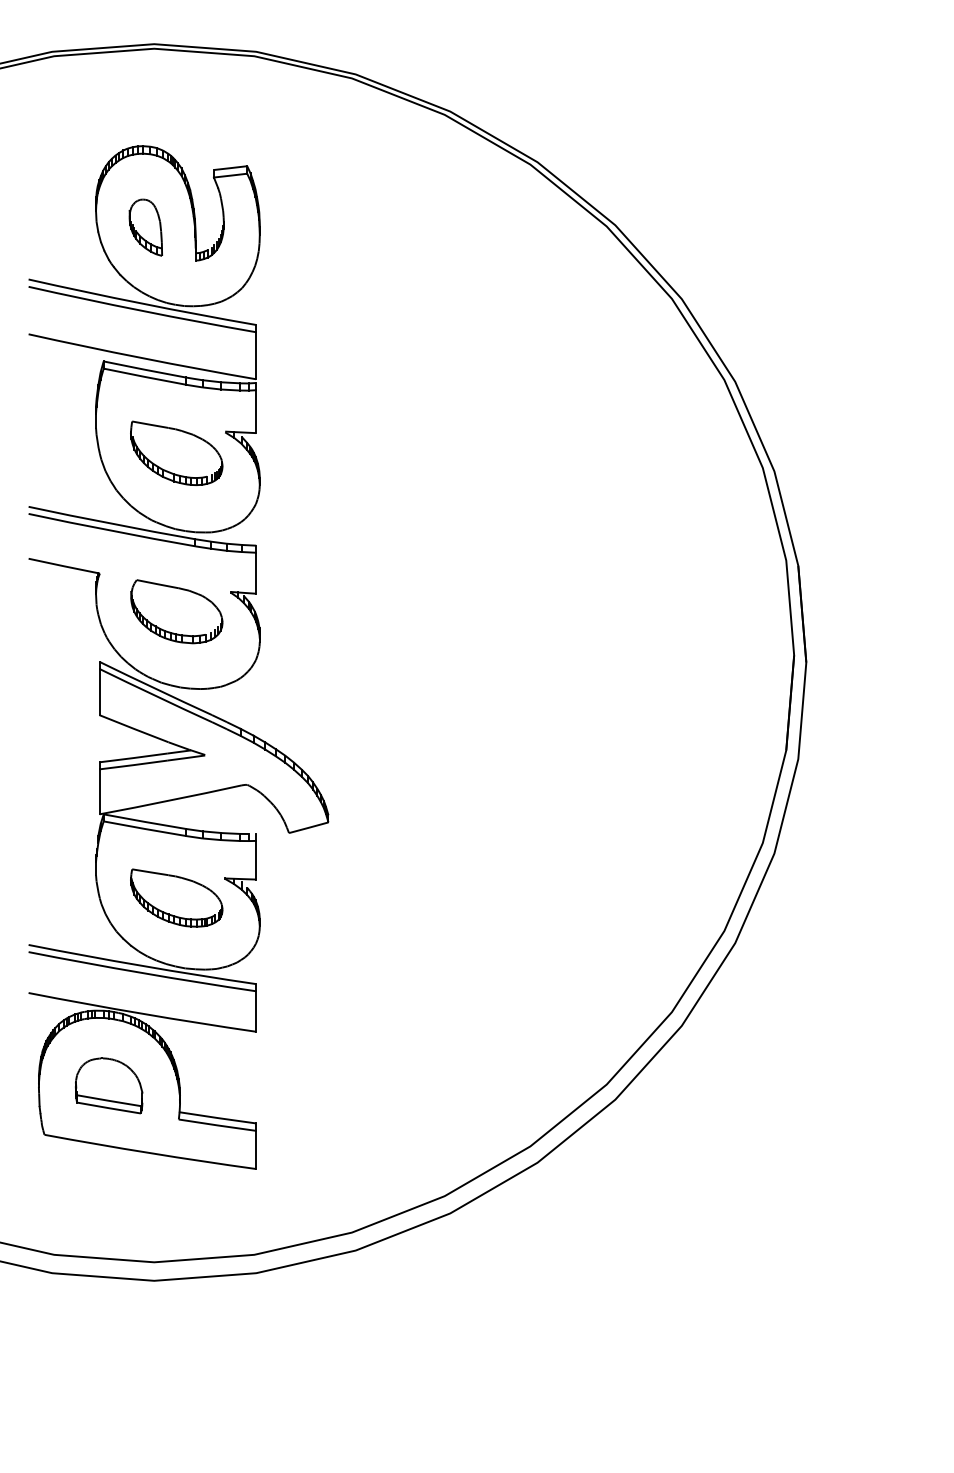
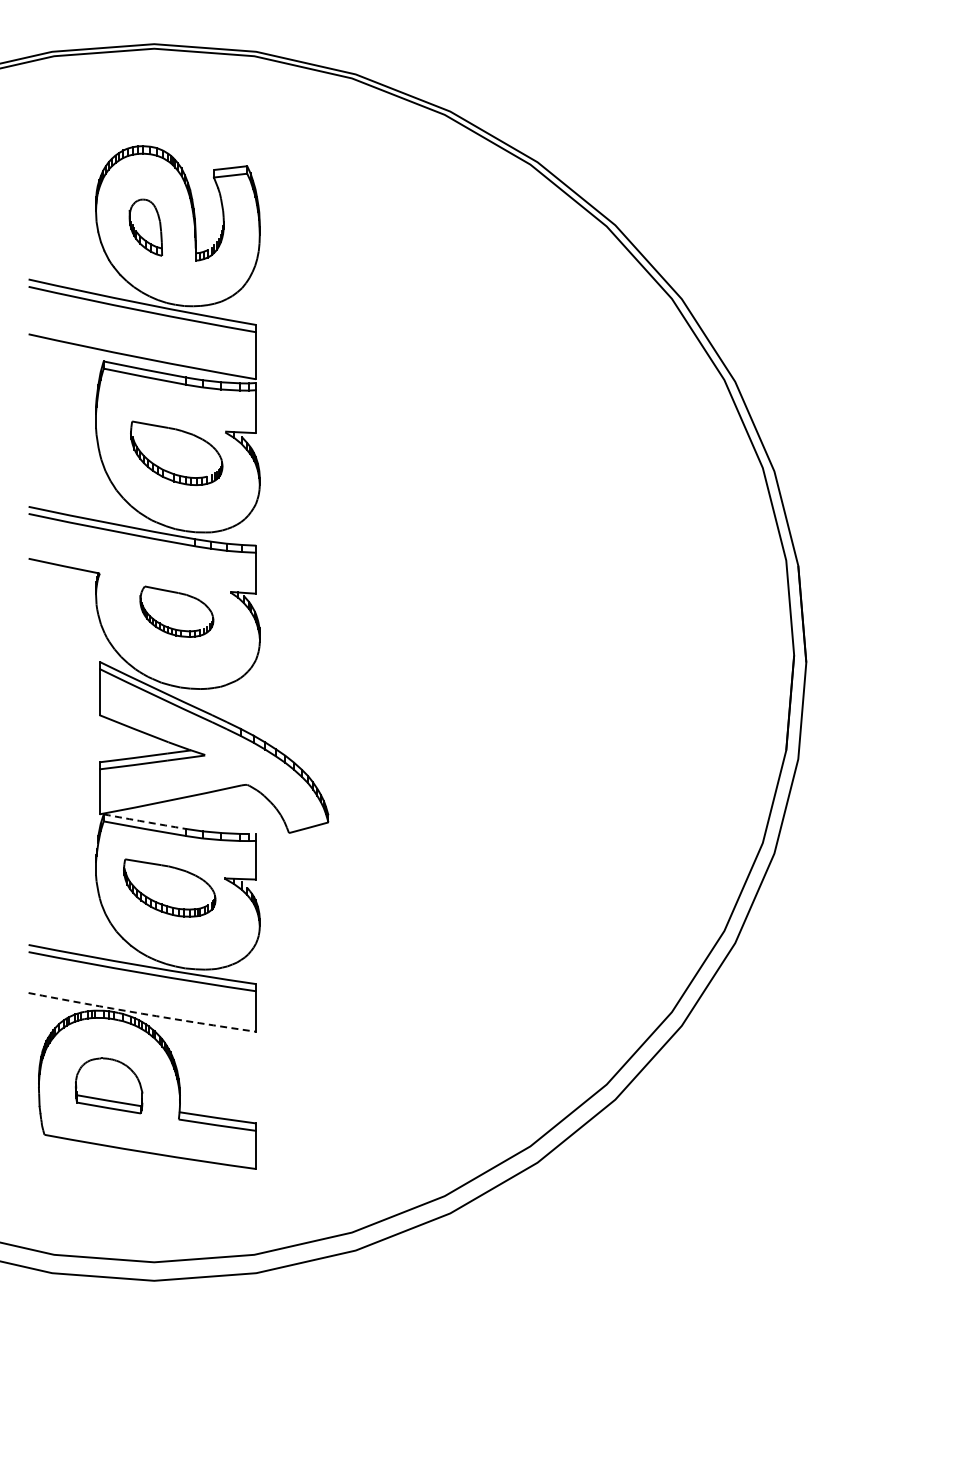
part at (176, 611) size: 94x66 px -> 76x53 px
arc at (144, 821): solid -> dashed
part at (176, 897) position: (176, 897) -> (169, 887)
arc at (142, 1013): solid -> dashed
